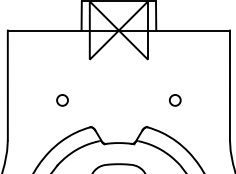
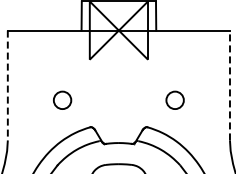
line at (7, 85): solid -> dashed
line at (229, 85): solid -> dashed
circle at (62, 100) size: 13x13 px -> 20x20 px
circle at (175, 100) size: 13x13 px -> 20x20 px
